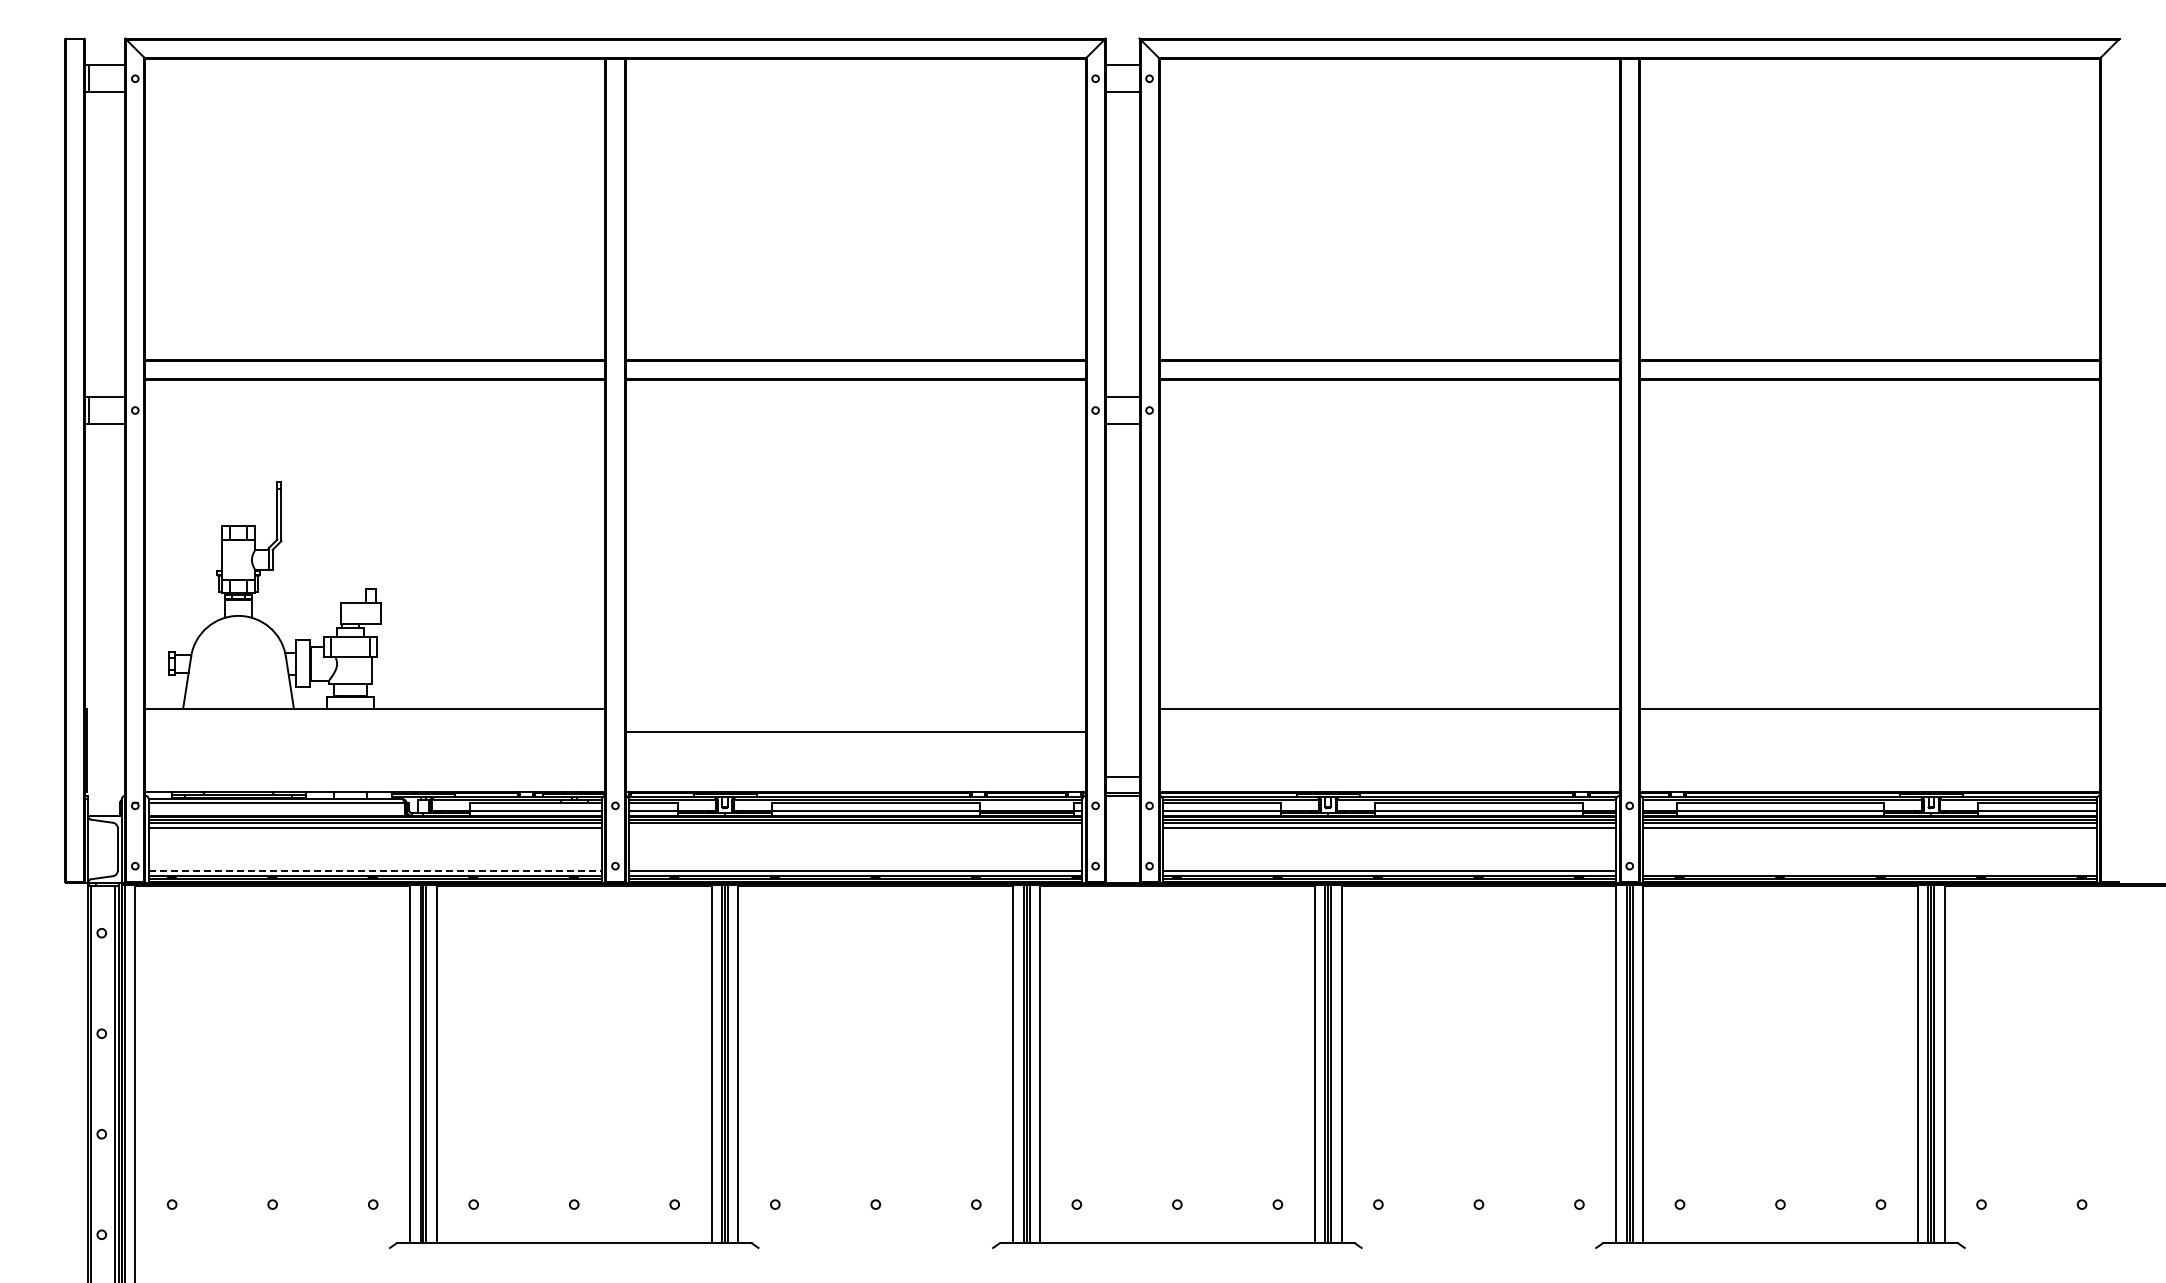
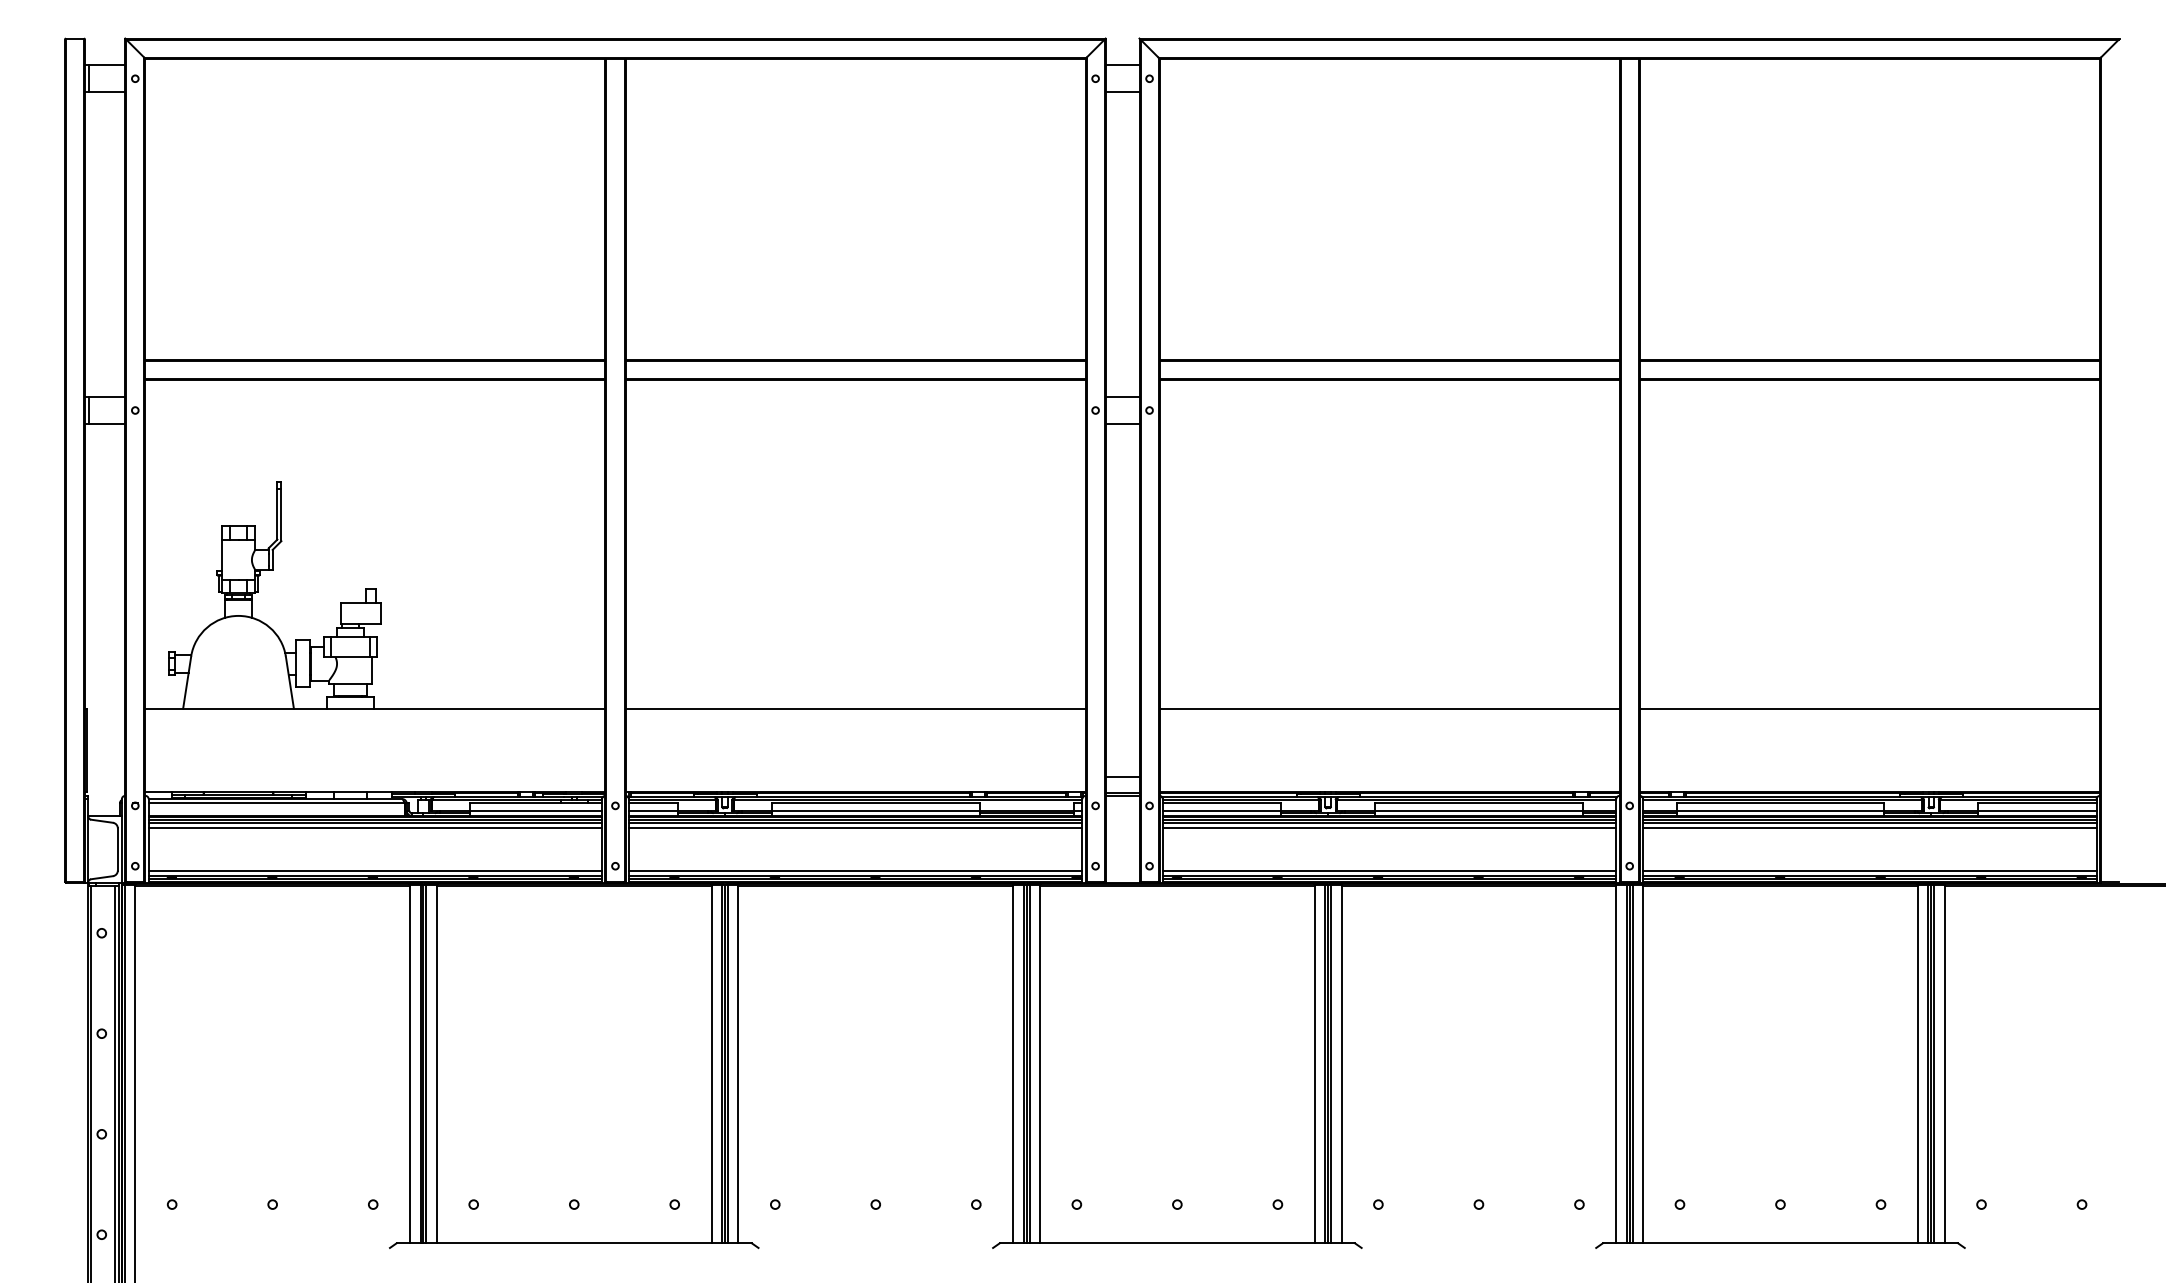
line at (855, 731) position: (855, 731) -> (855, 708)
line at (855, 828): none -> present
line at (375, 870): dashed -> solid
line at (1869, 870): none -> present
